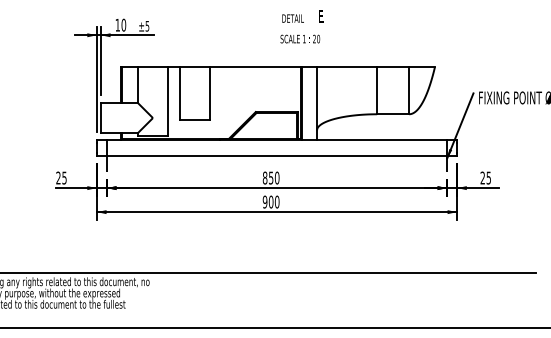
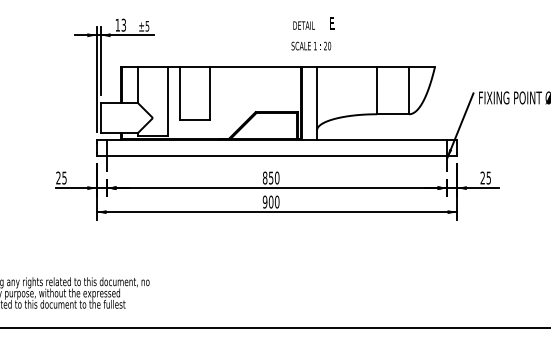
text at (123, 24): 10 -> 13
text at (301, 26) position: (301, 26) -> (312, 33)
line at (268, 272): present -> none
